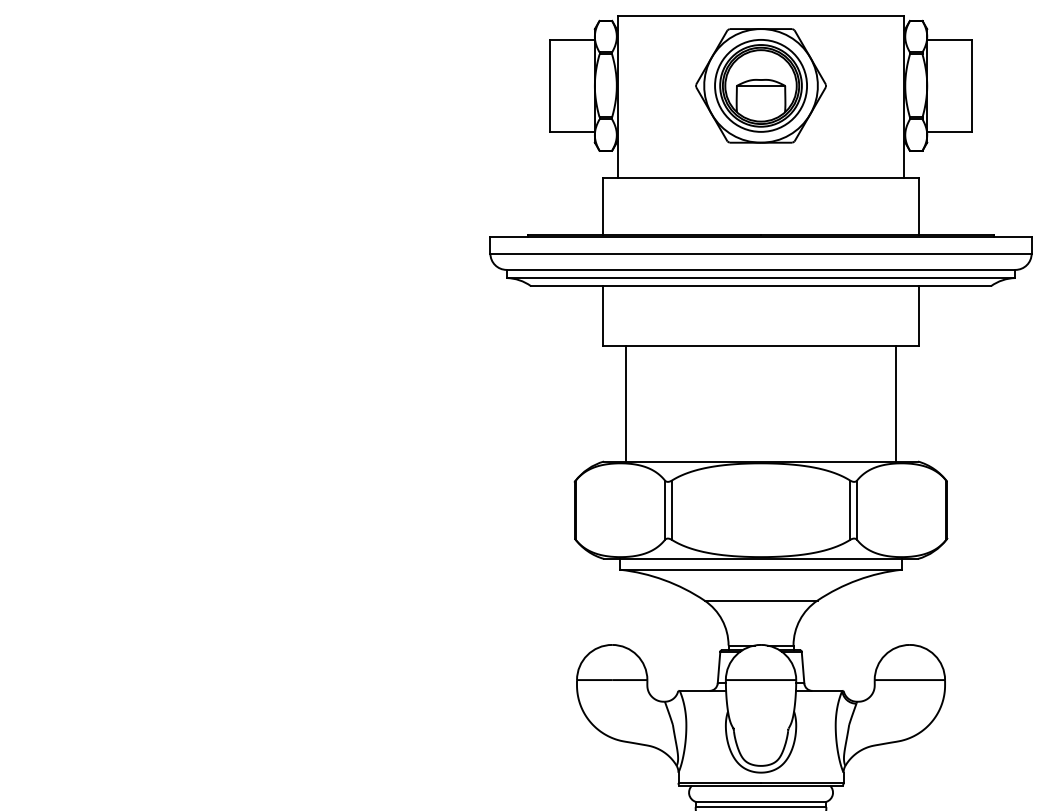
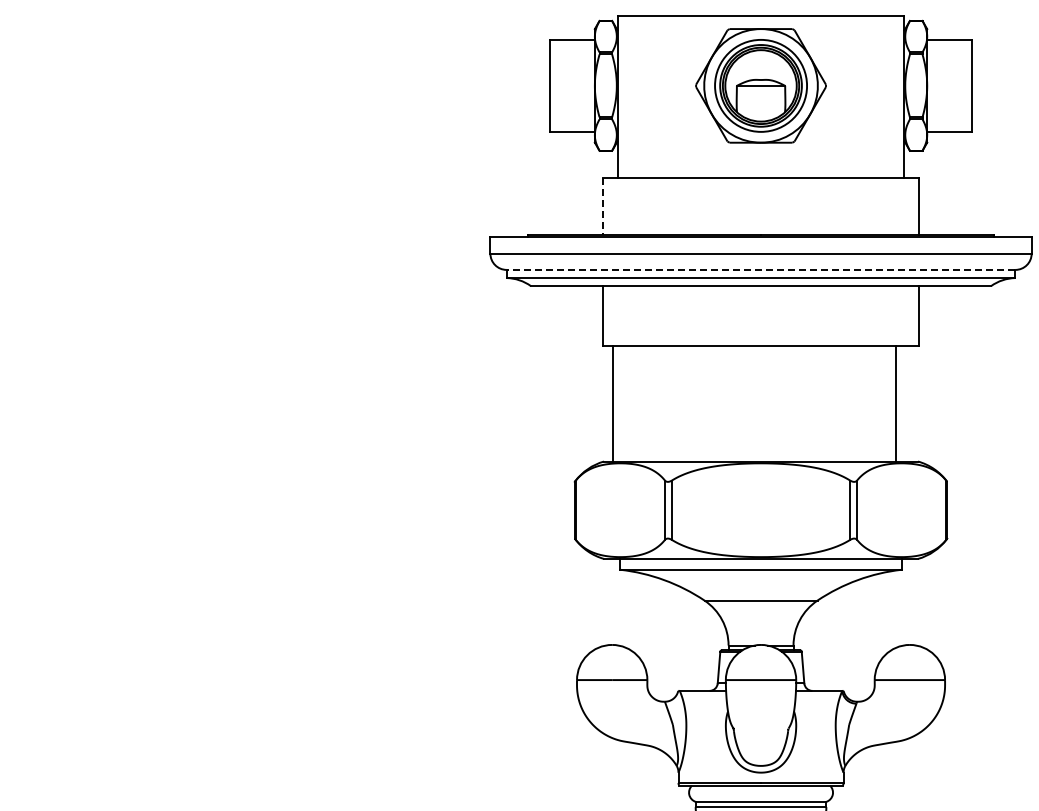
line at (602, 206): solid -> dashed
line at (760, 269): solid -> dashed
line at (626, 403) position: (626, 403) -> (613, 403)
